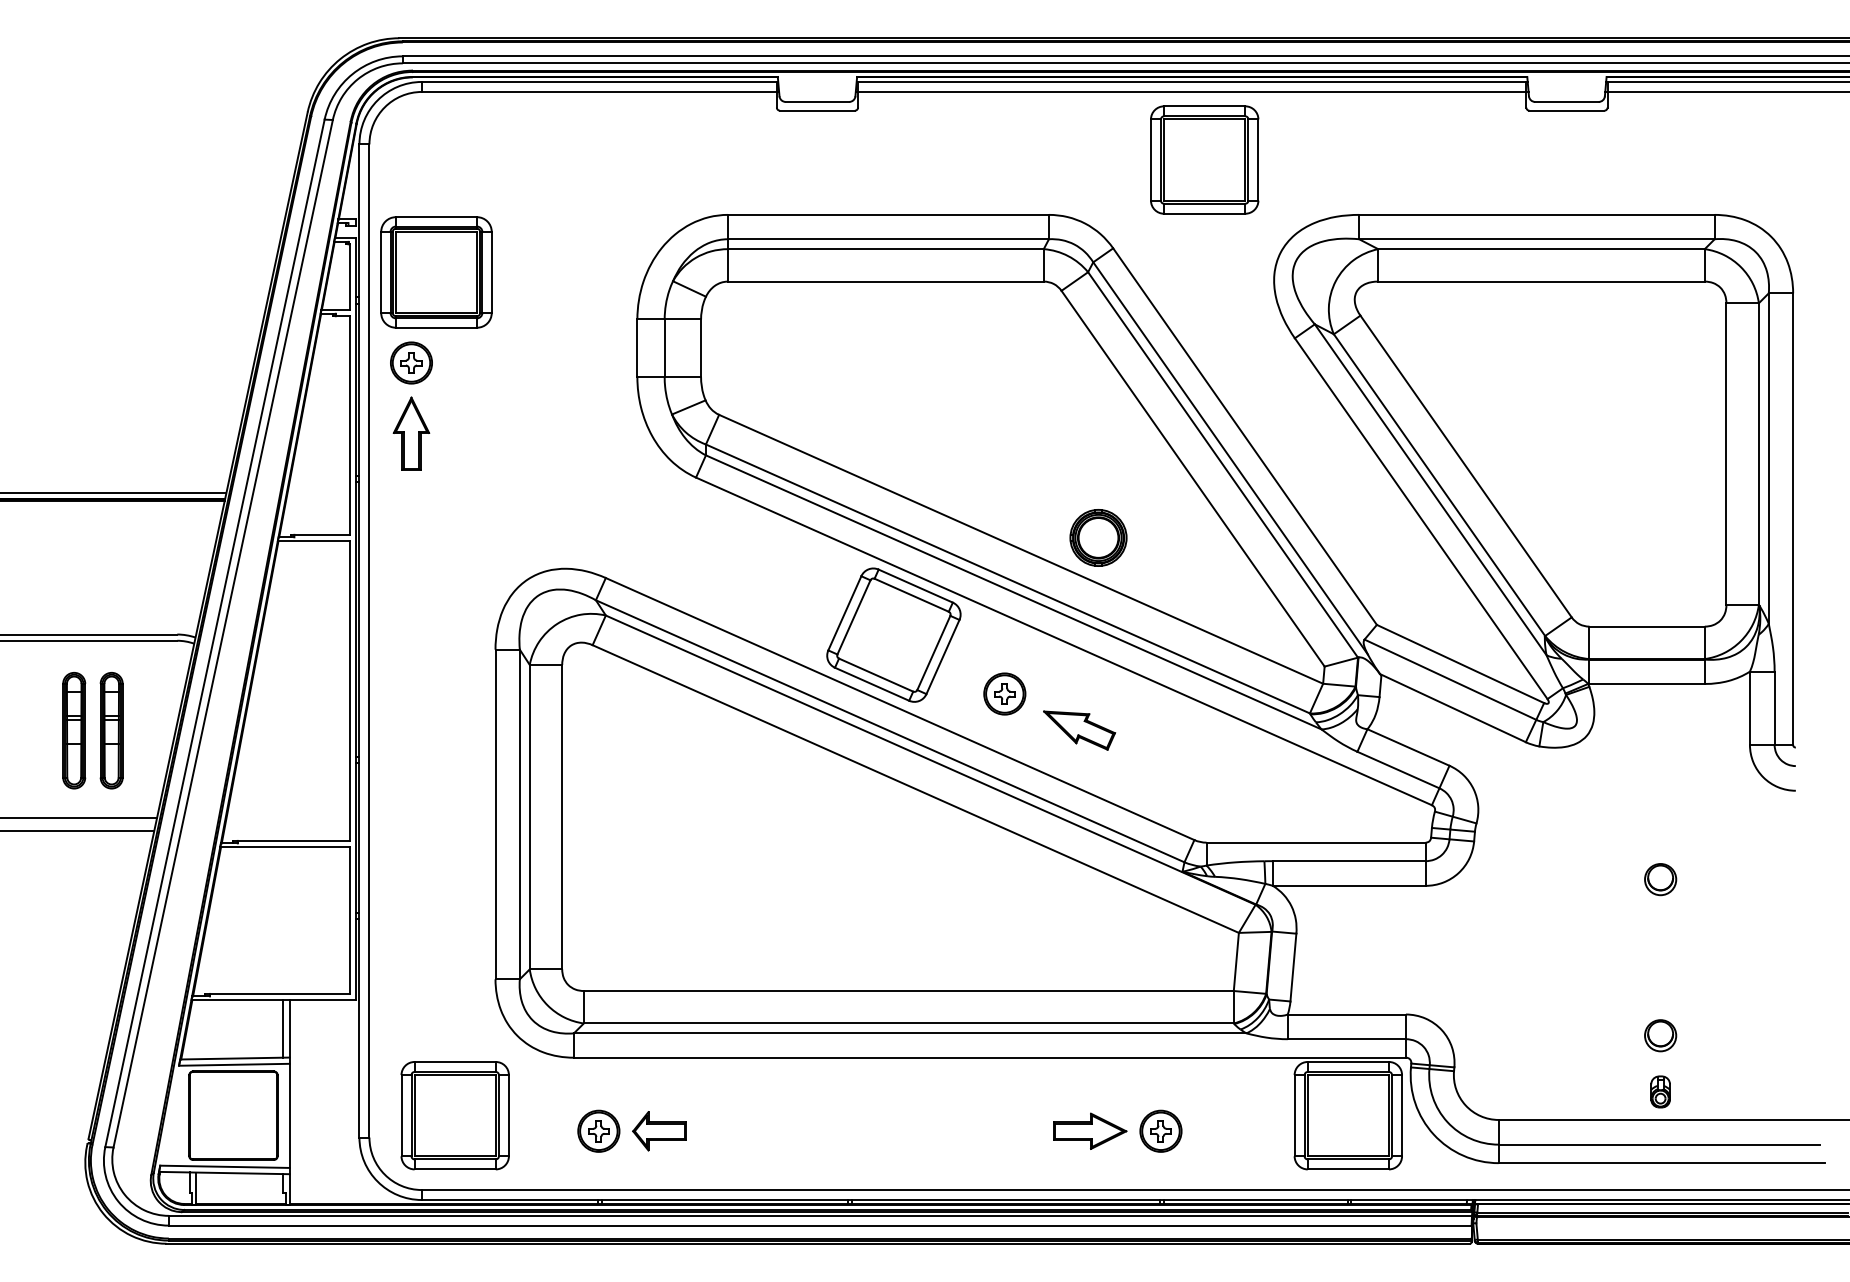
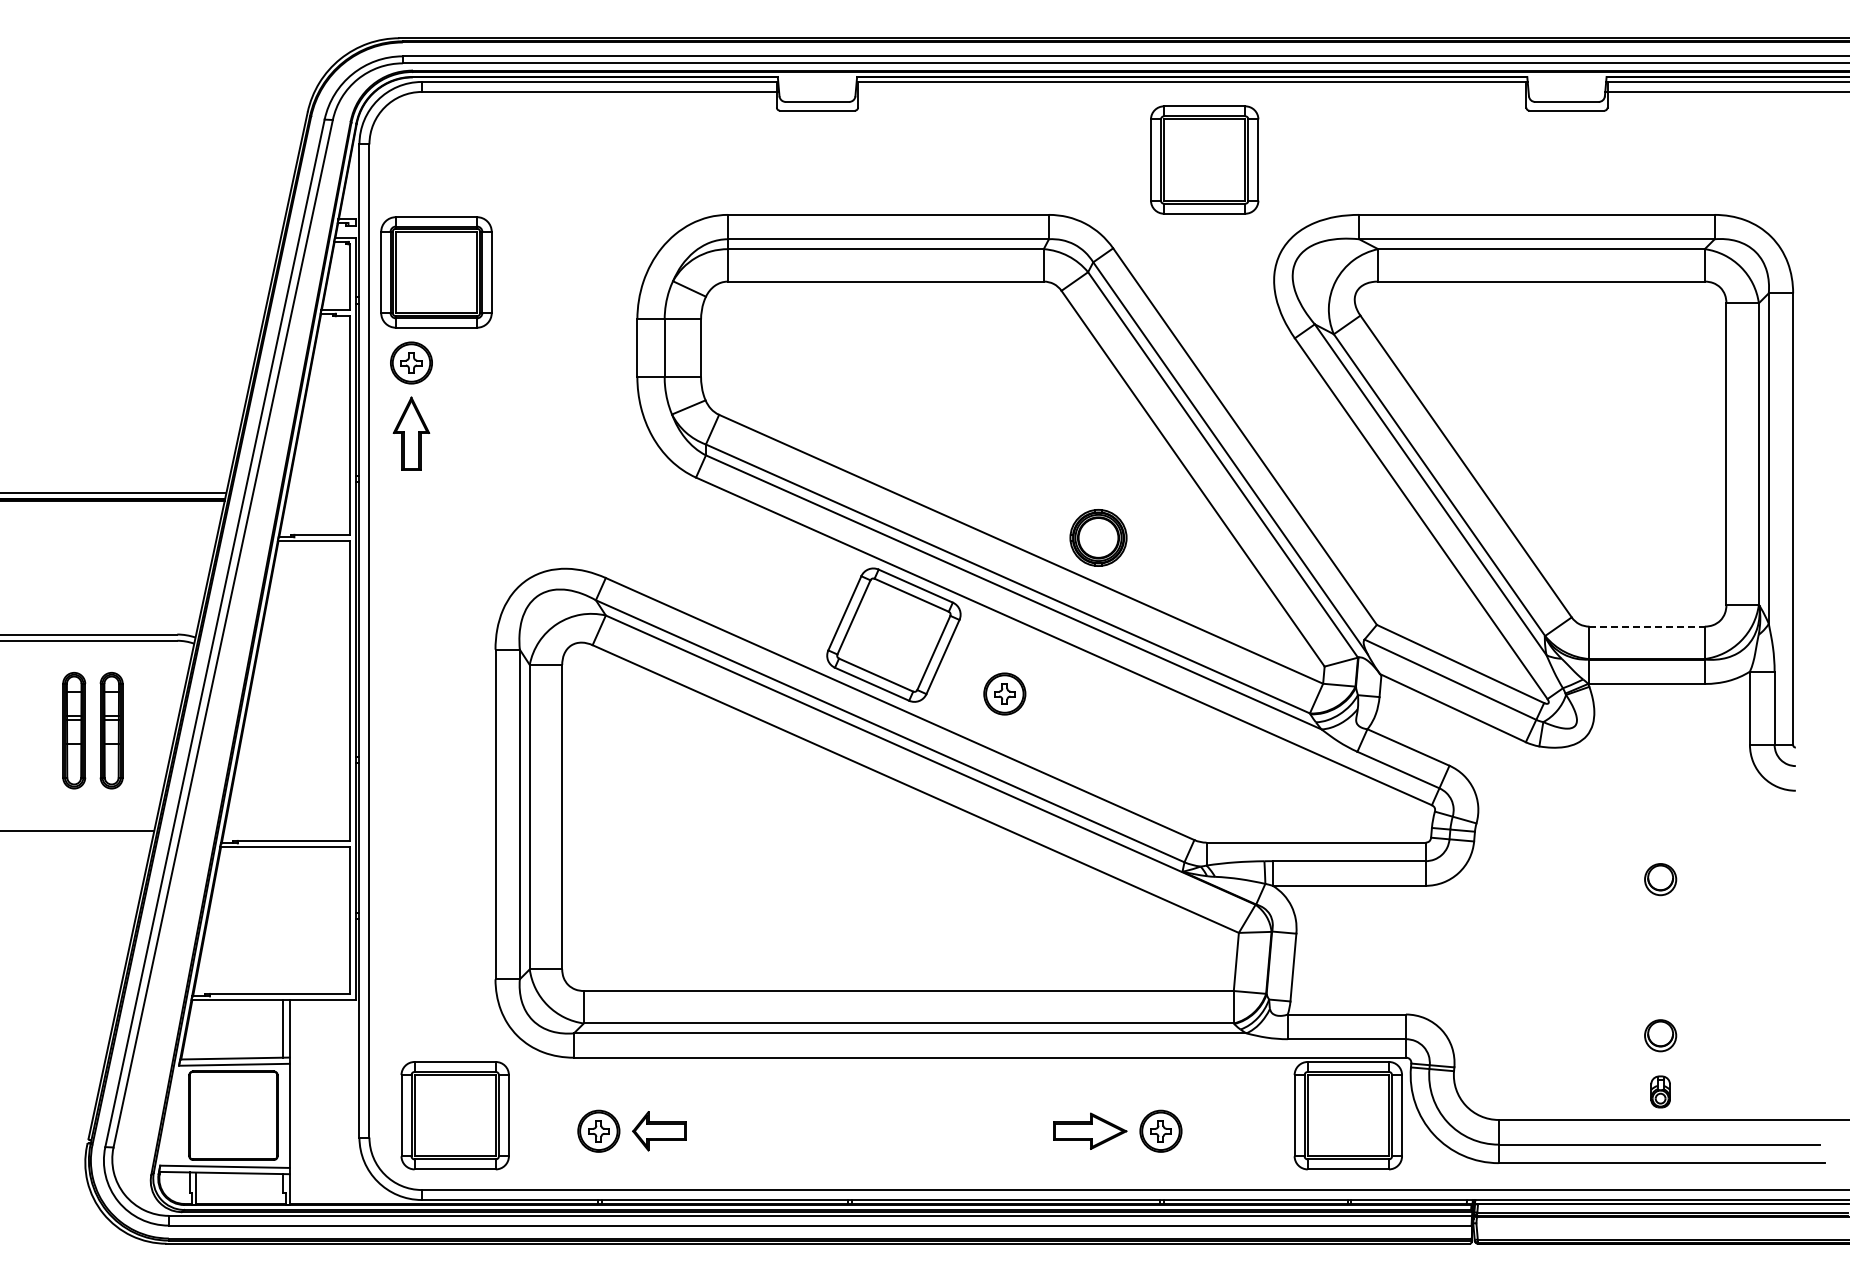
line at (1191, 91): present -> none
line at (1647, 626): solid -> dashed
part at (1079, 730): present -> none
line at (79, 818): present -> none
